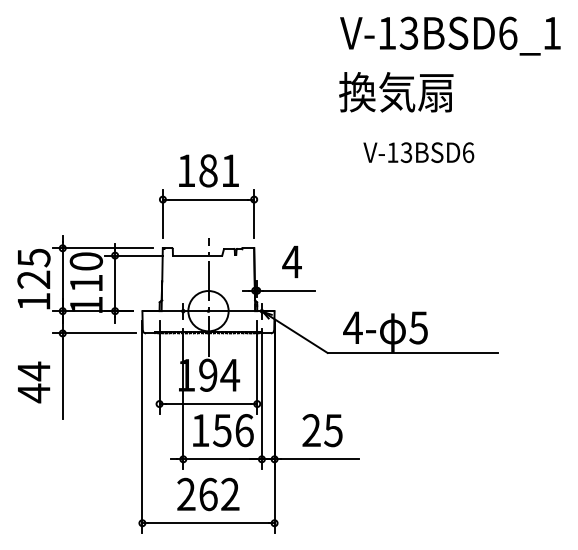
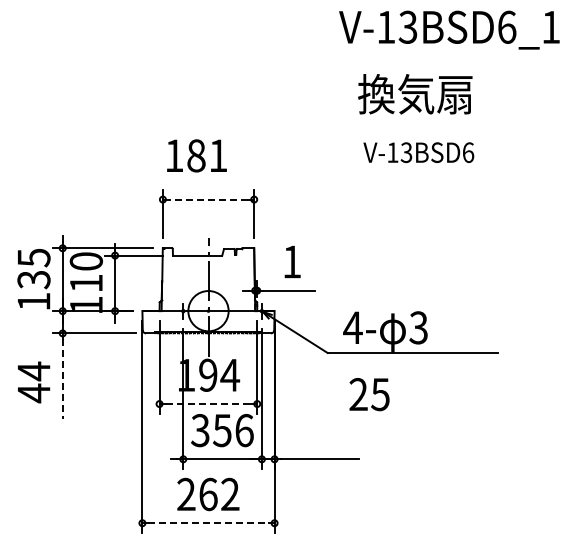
text at (450, 35) position: (450, 35) -> (449, 29)
text at (396, 92) position: (396, 92) -> (415, 94)
text at (208, 170) position: (208, 170) -> (196, 155)
line at (208, 199): solid -> dashed
text at (291, 261): 4 -> 1
text at (33, 279): 125 -> 135
text at (418, 327): 5 -> 3
line at (62, 379): solid -> dashed
line at (208, 404): solid -> dashed
text at (200, 430): 156 -> 356
text at (322, 430) position: (322, 430) -> (369, 394)
line at (209, 523): solid -> dashed
